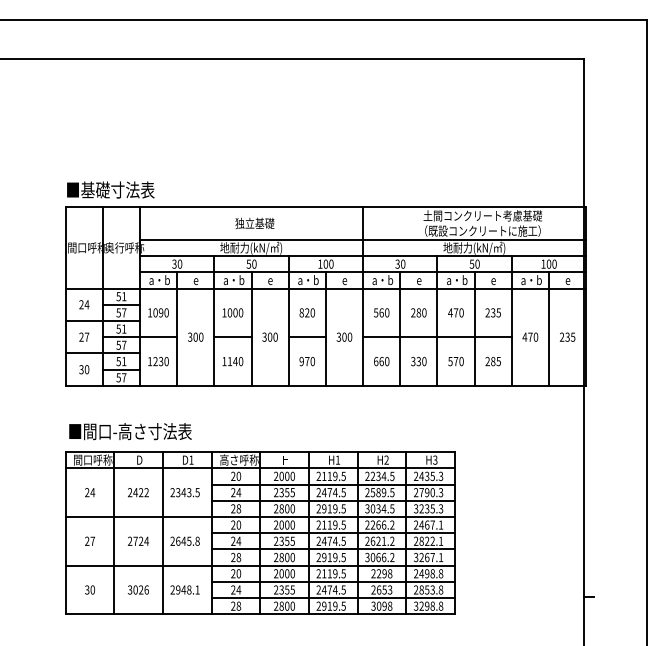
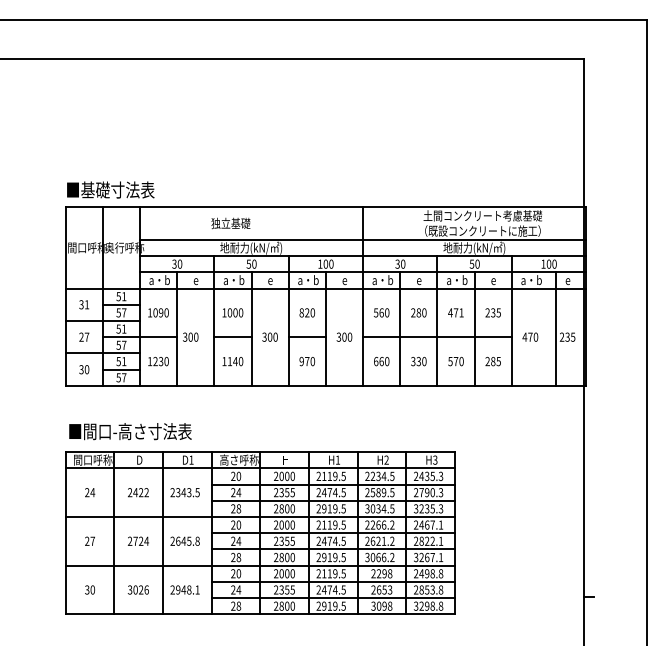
text at (254, 223) position: (254, 223) -> (230, 223)
text at (84, 304): 24 -> 31
text at (461, 312): 470 -> 471
line at (549, 328) position: (549, 328) -> (556, 328)
text at (195, 336) position: (195, 336) -> (190, 336)
